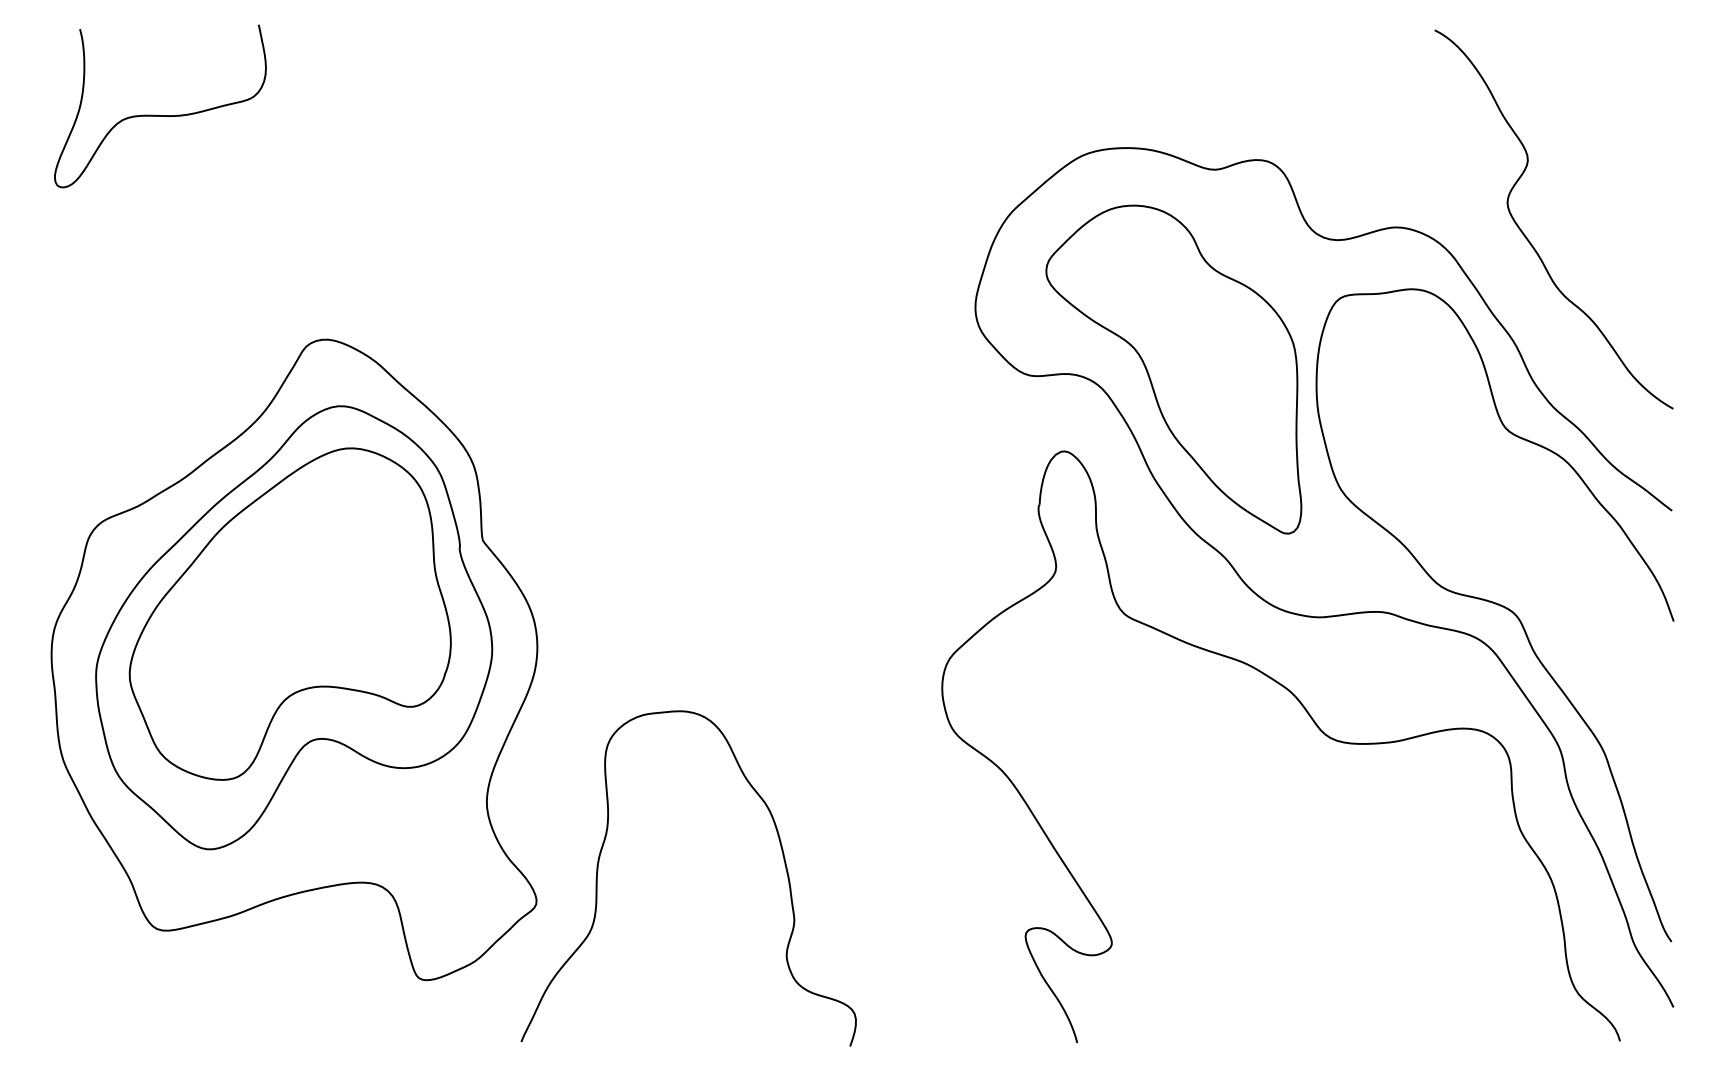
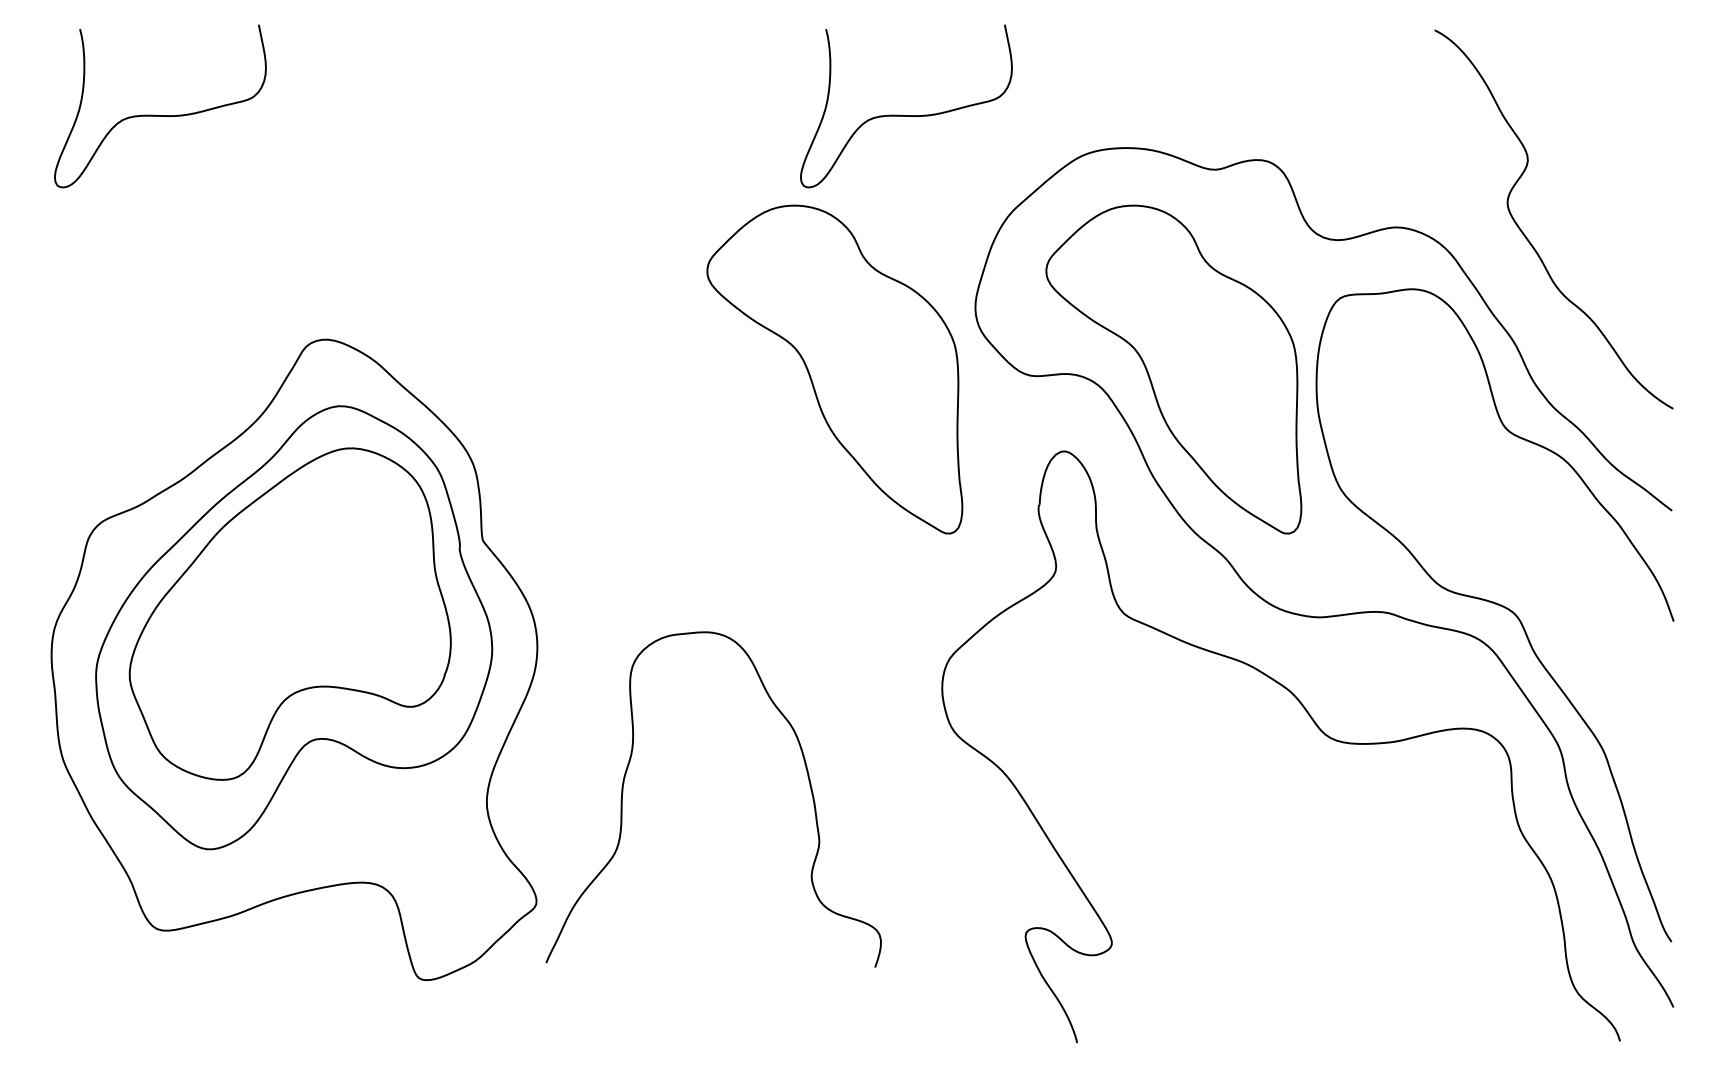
curve at (906, 115): none -> present
part at (834, 369): none -> present
curve at (598, 871) position: (598, 871) -> (623, 792)
